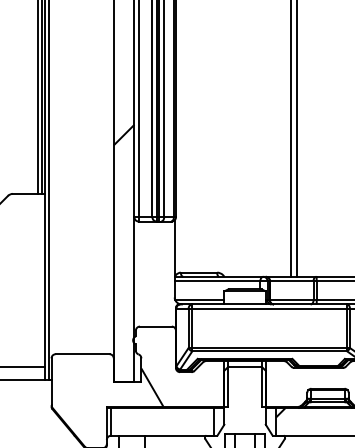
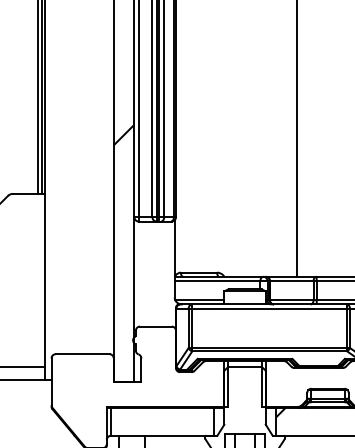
line at (291, 139): present -> none
line at (48, 191): present -> none
hatch at (152, 387): present -> none
